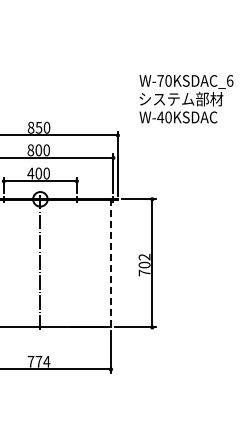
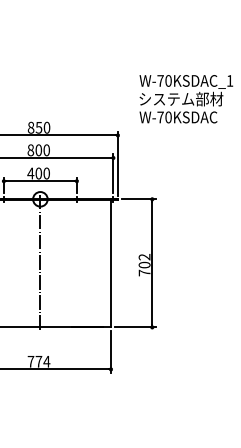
text at (230, 80): W-70KSDAC_6 -> W-70KSDAC_1
text at (160, 117): W-40KSDAC -> W-70KSDAC
line at (111, 263): dashed -> solid
